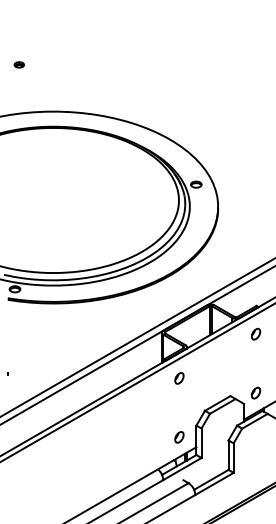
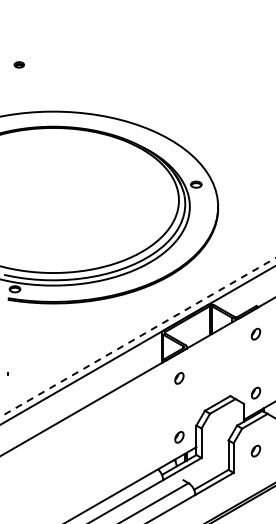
line at (137, 337): solid -> dashed
line at (137, 383): present -> none
part at (255, 450): none -> present
